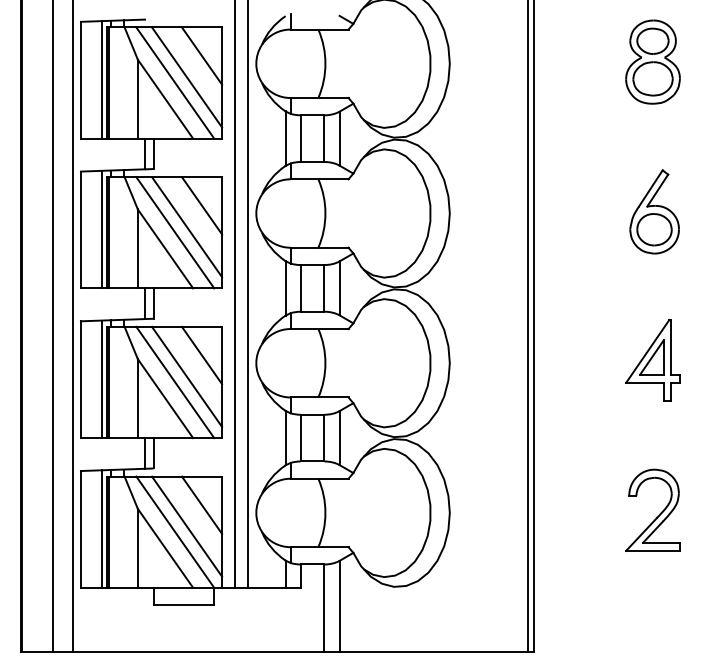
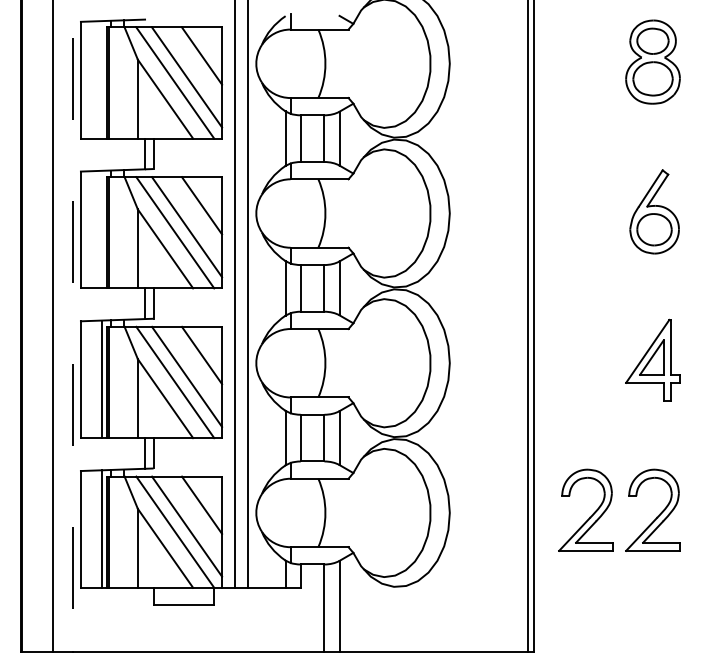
line at (102, 79): present -> none
line at (102, 229): present -> none
line at (73, 326): solid -> dashed
part at (592, 513): none -> present
